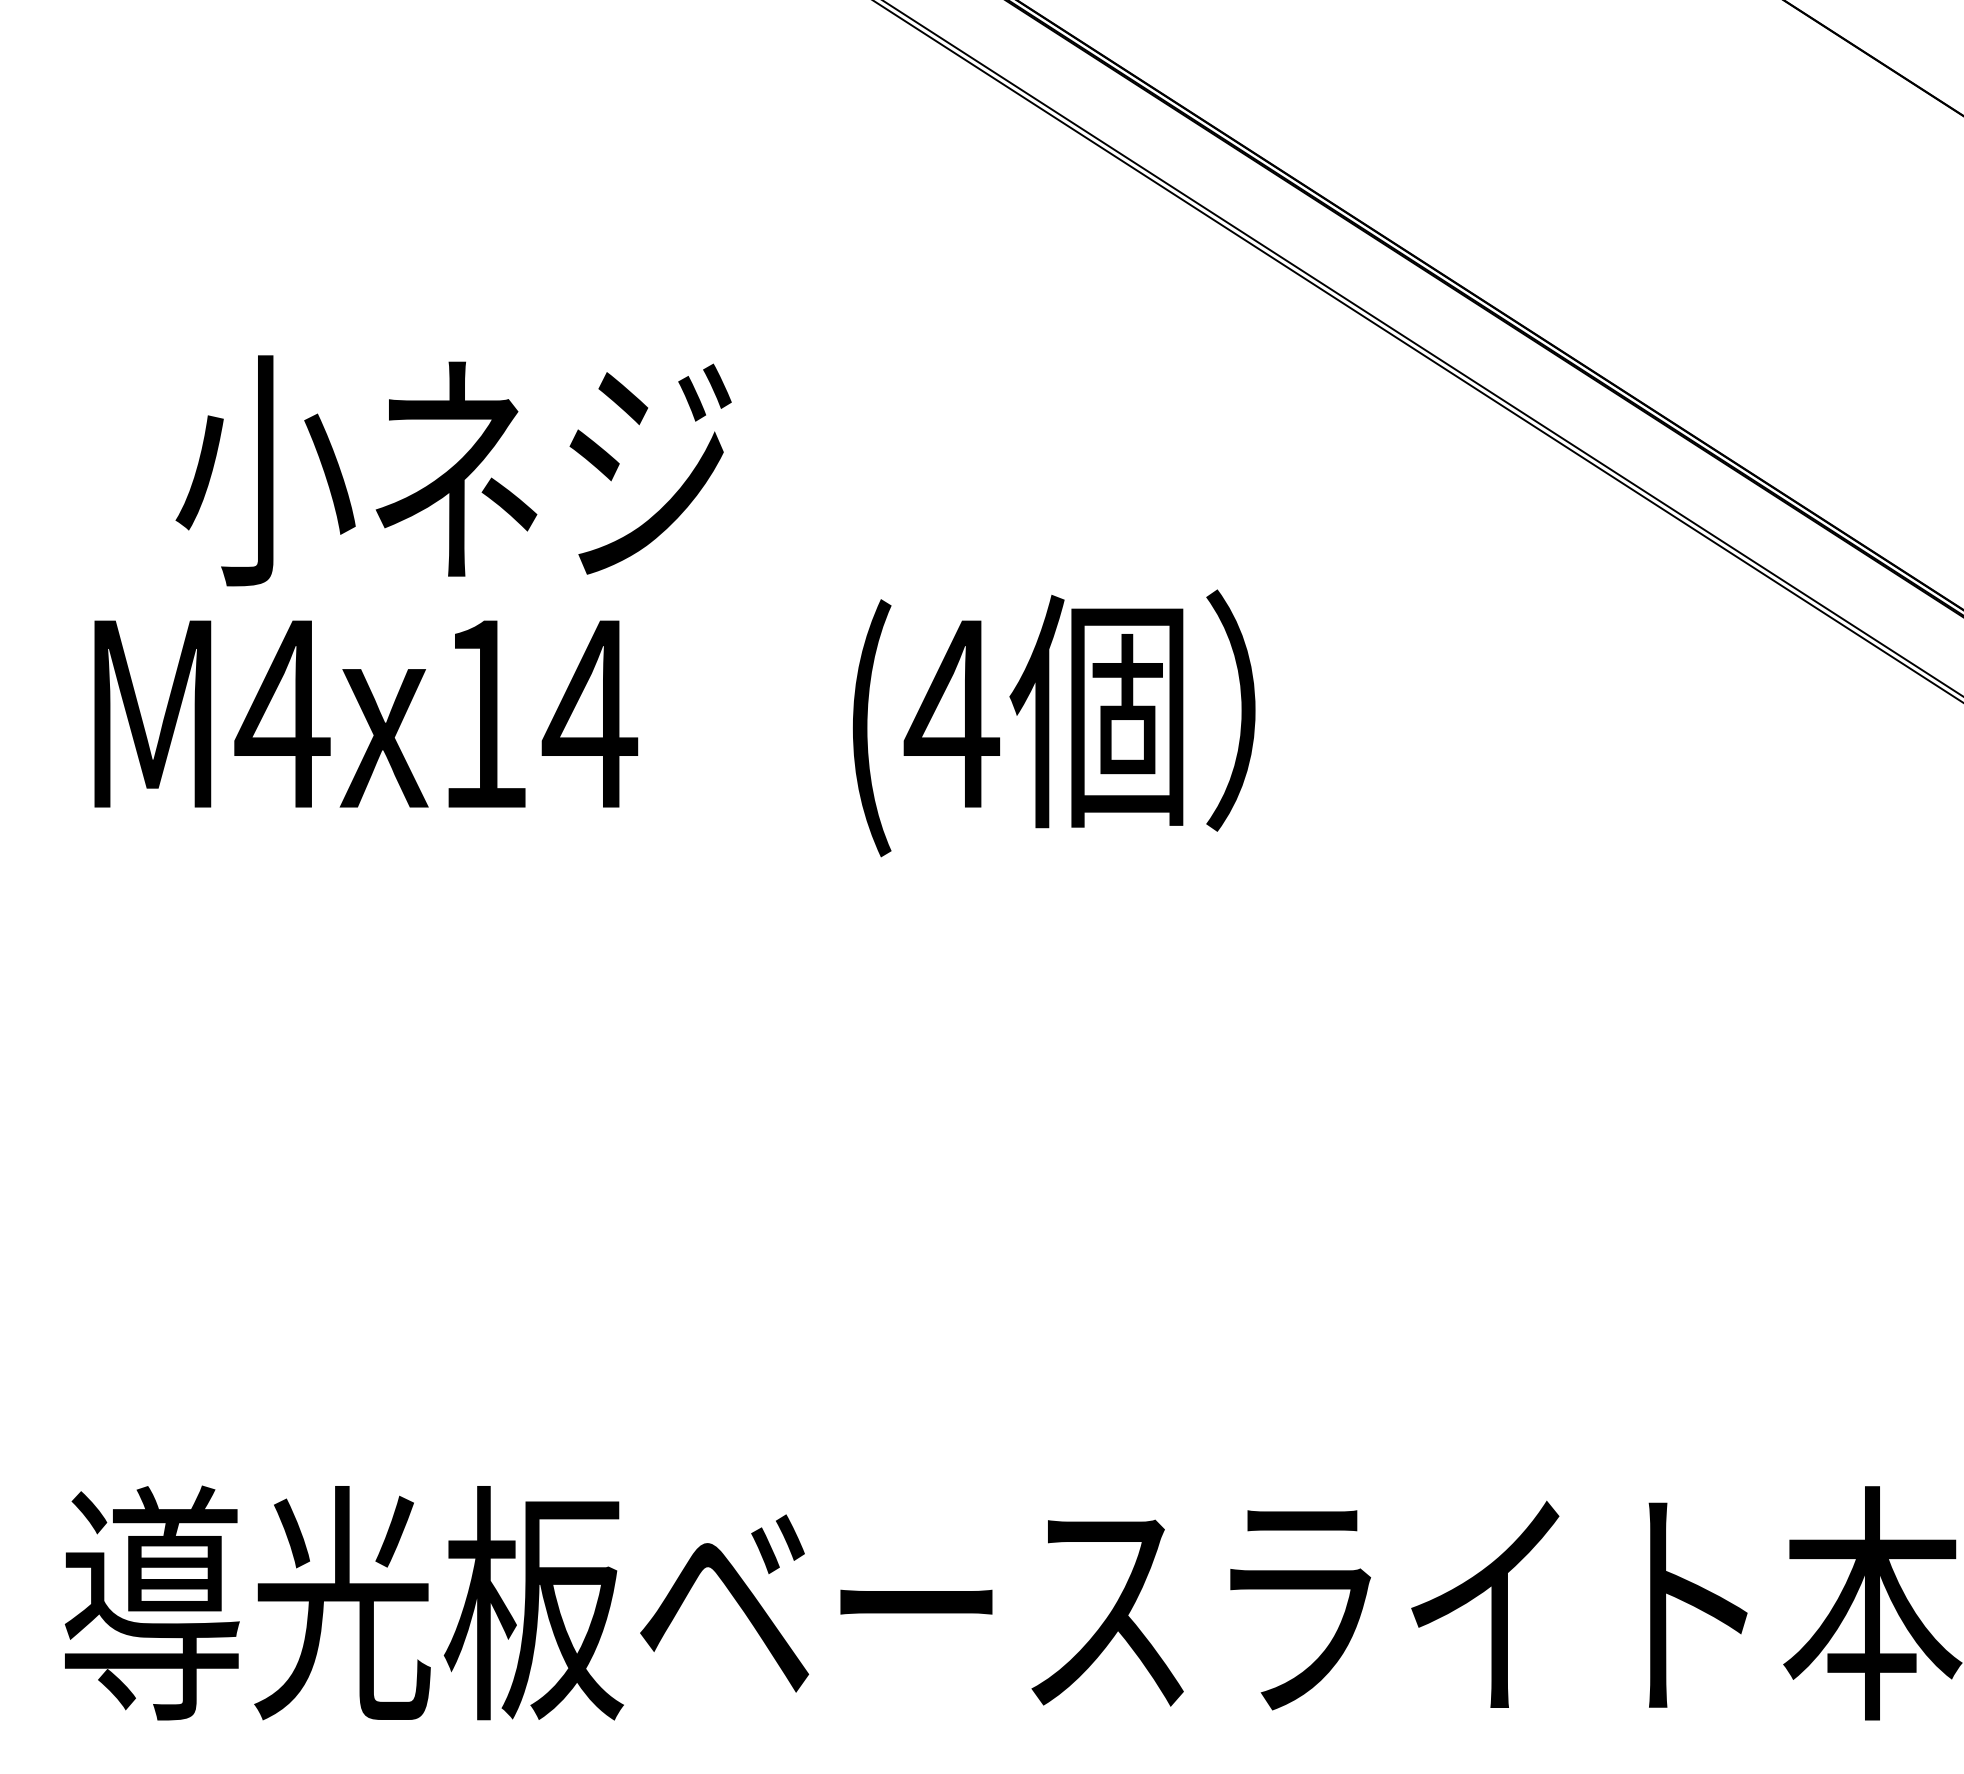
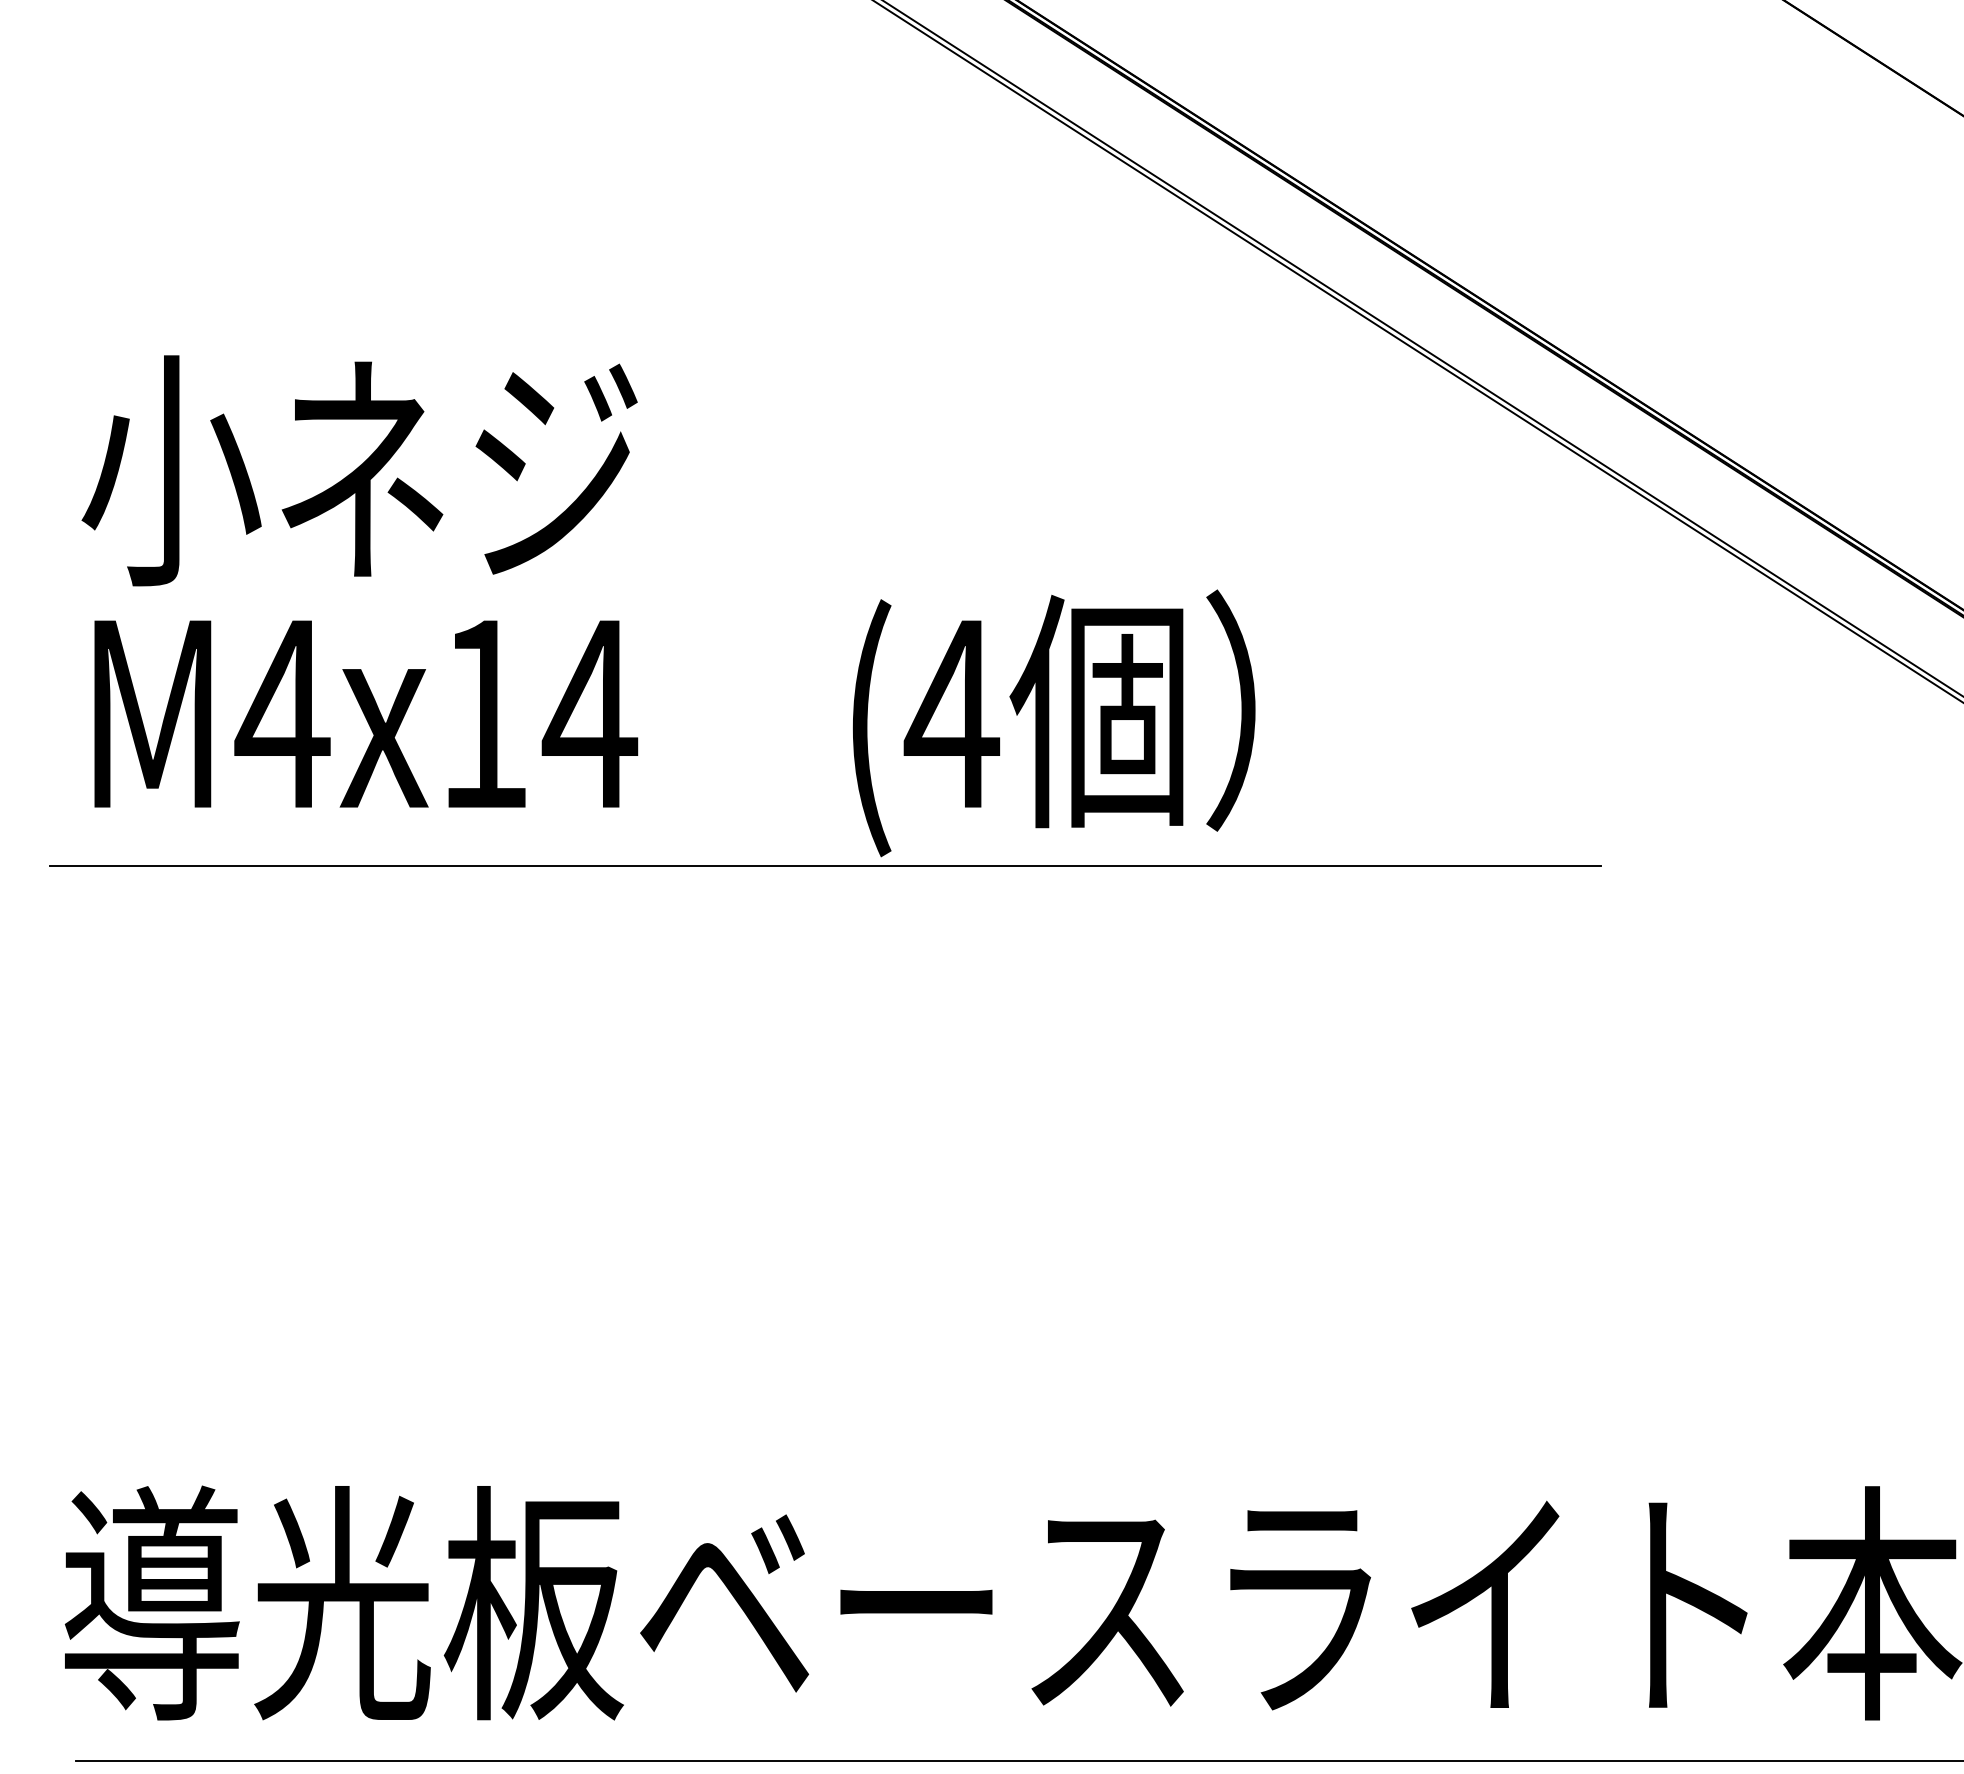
text at (453, 470) position: (453, 470) -> (359, 470)
line at (825, 866): none -> present
line at (1017, 1761): none -> present
